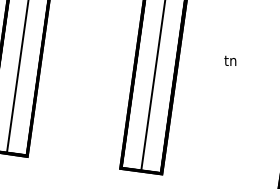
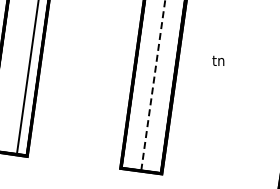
text at (230, 60) position: (230, 60) -> (218, 60)
line at (17, 77) position: (17, 77) -> (27, 77)
line at (153, 85): solid -> dashed
